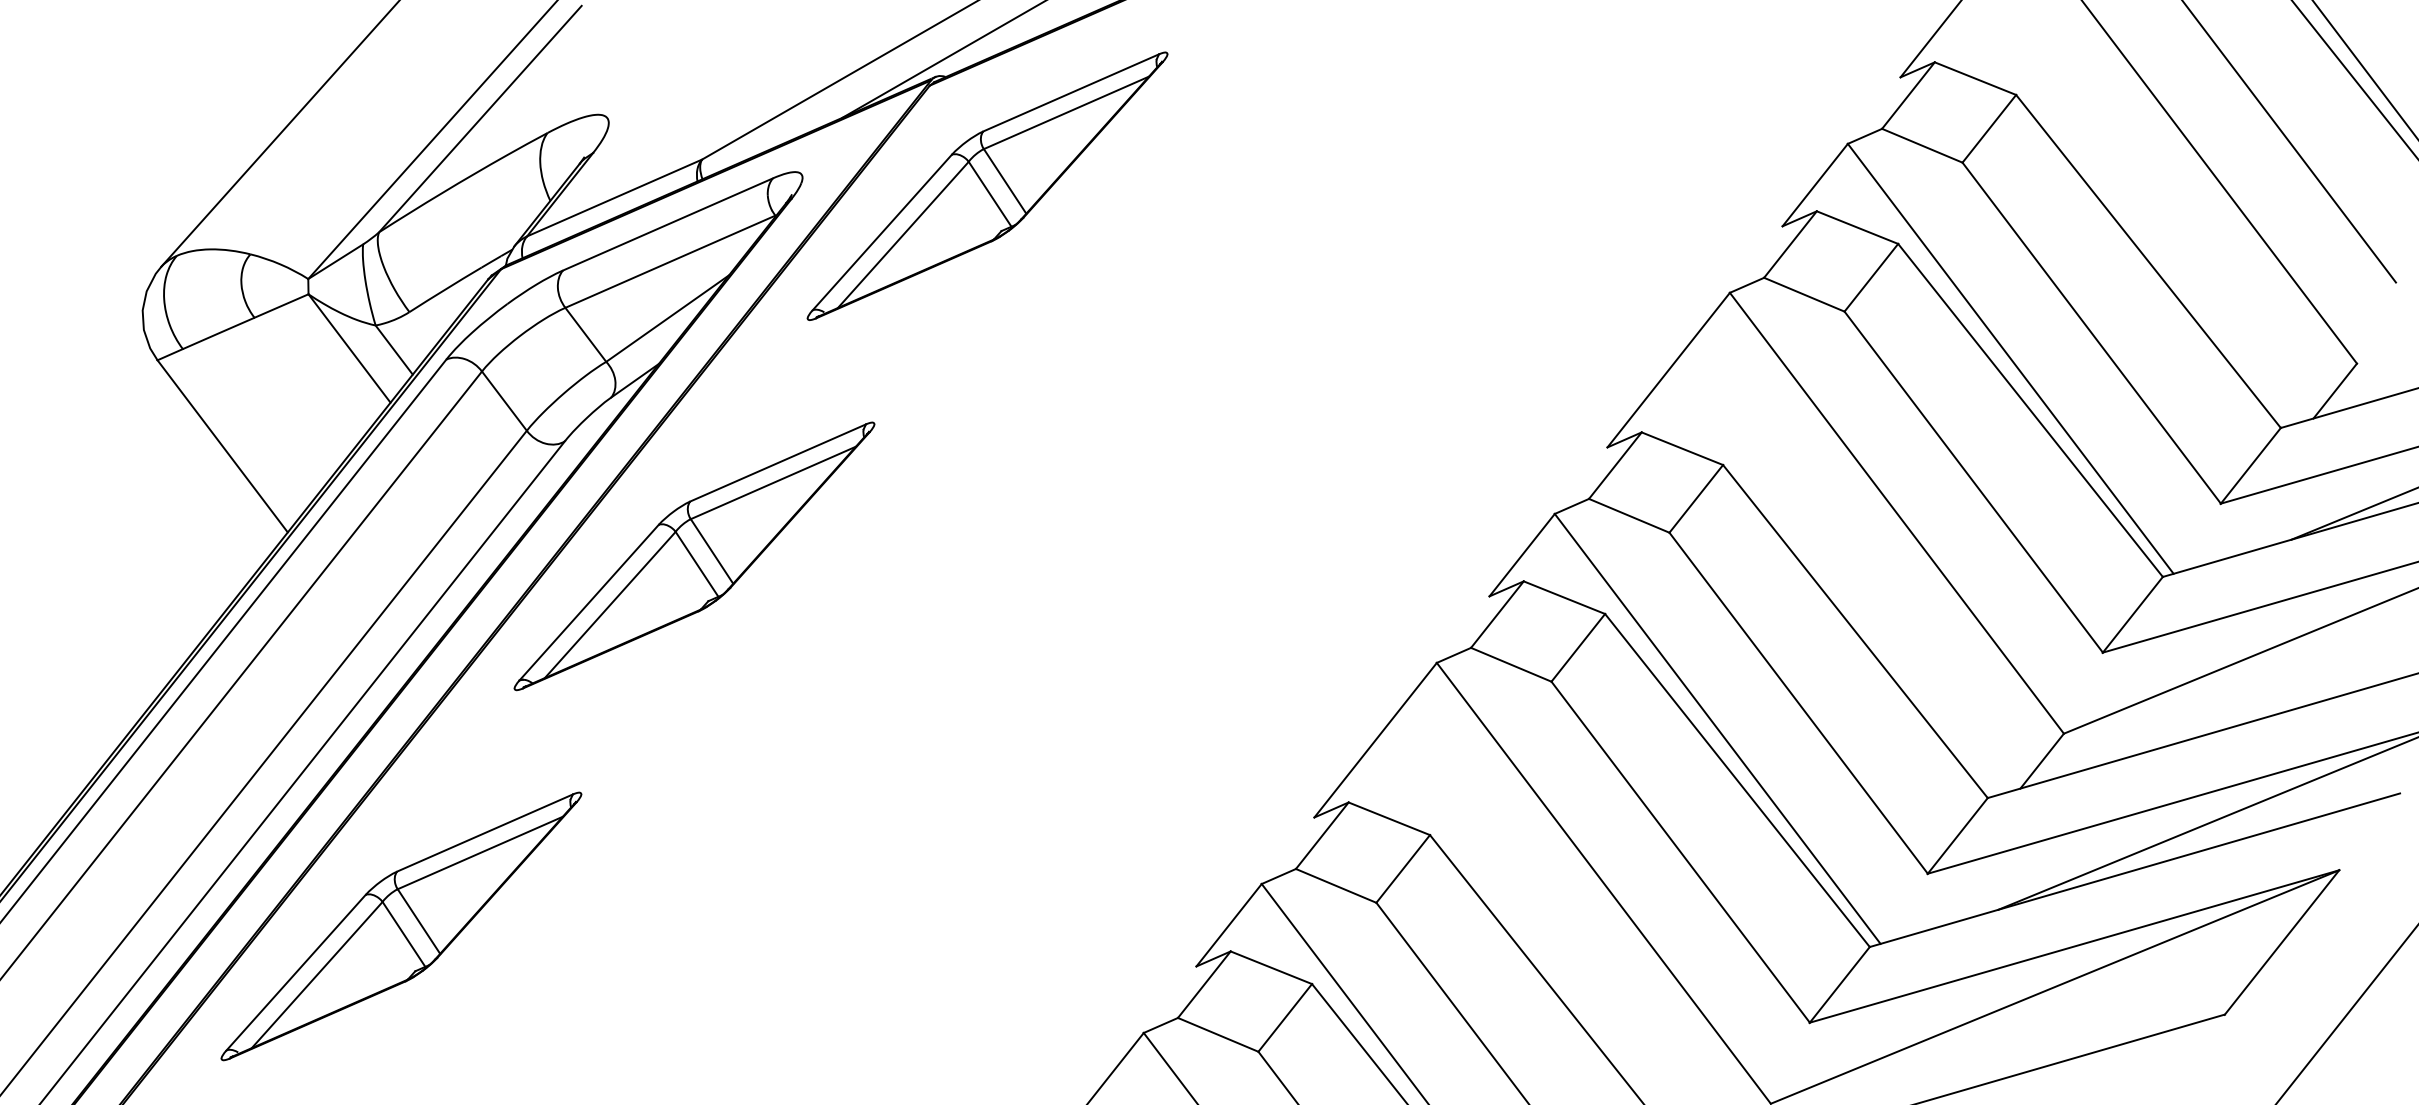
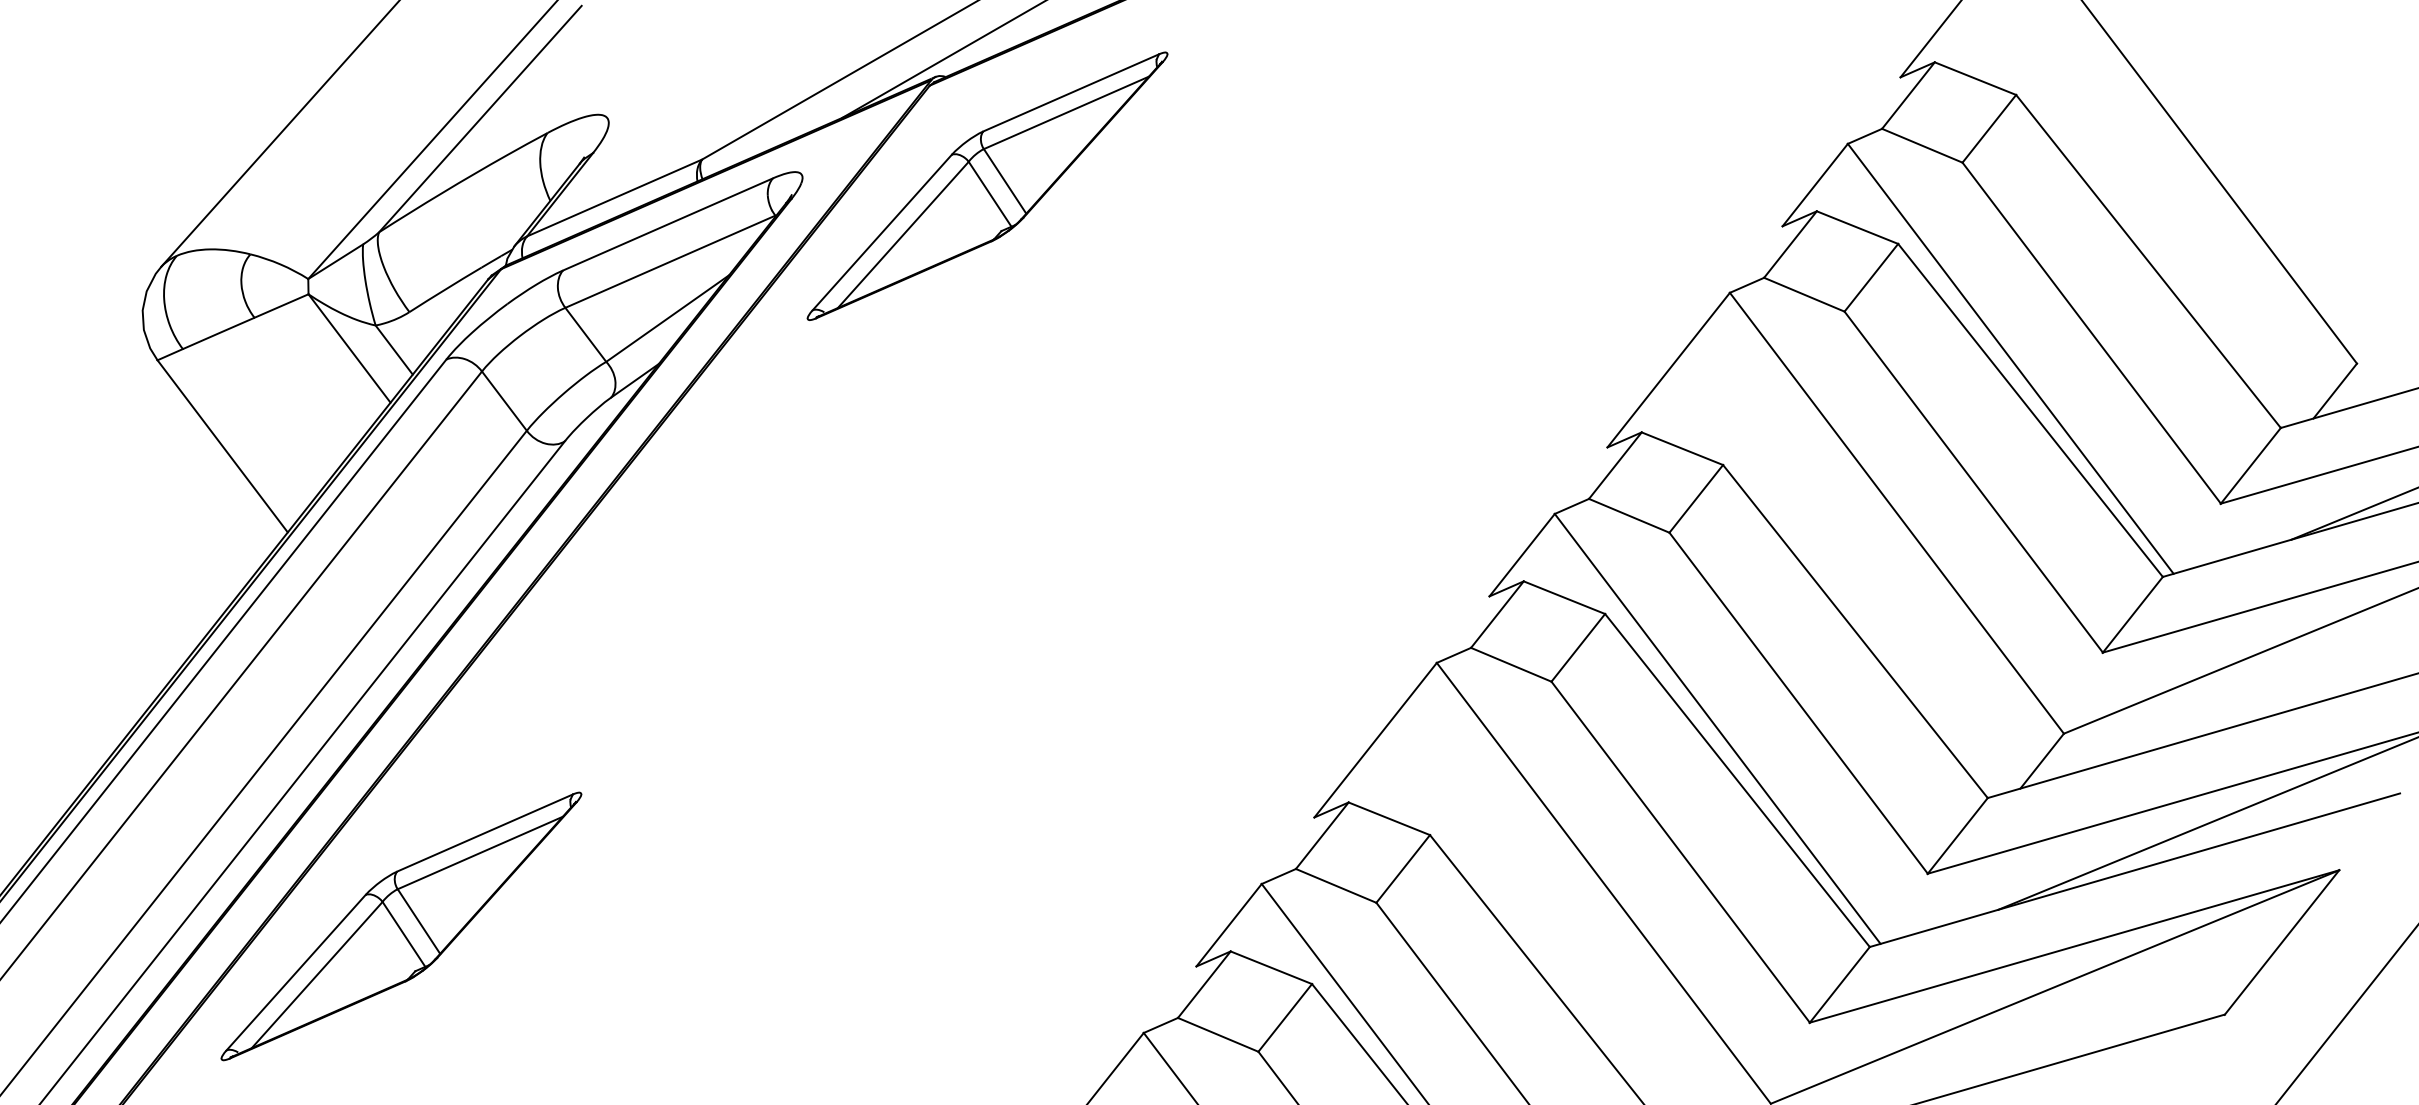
line at (2364, 69): present -> none
line at (2354, 78): present -> none
line at (2289, 142): present -> none
part at (694, 556): present -> none
